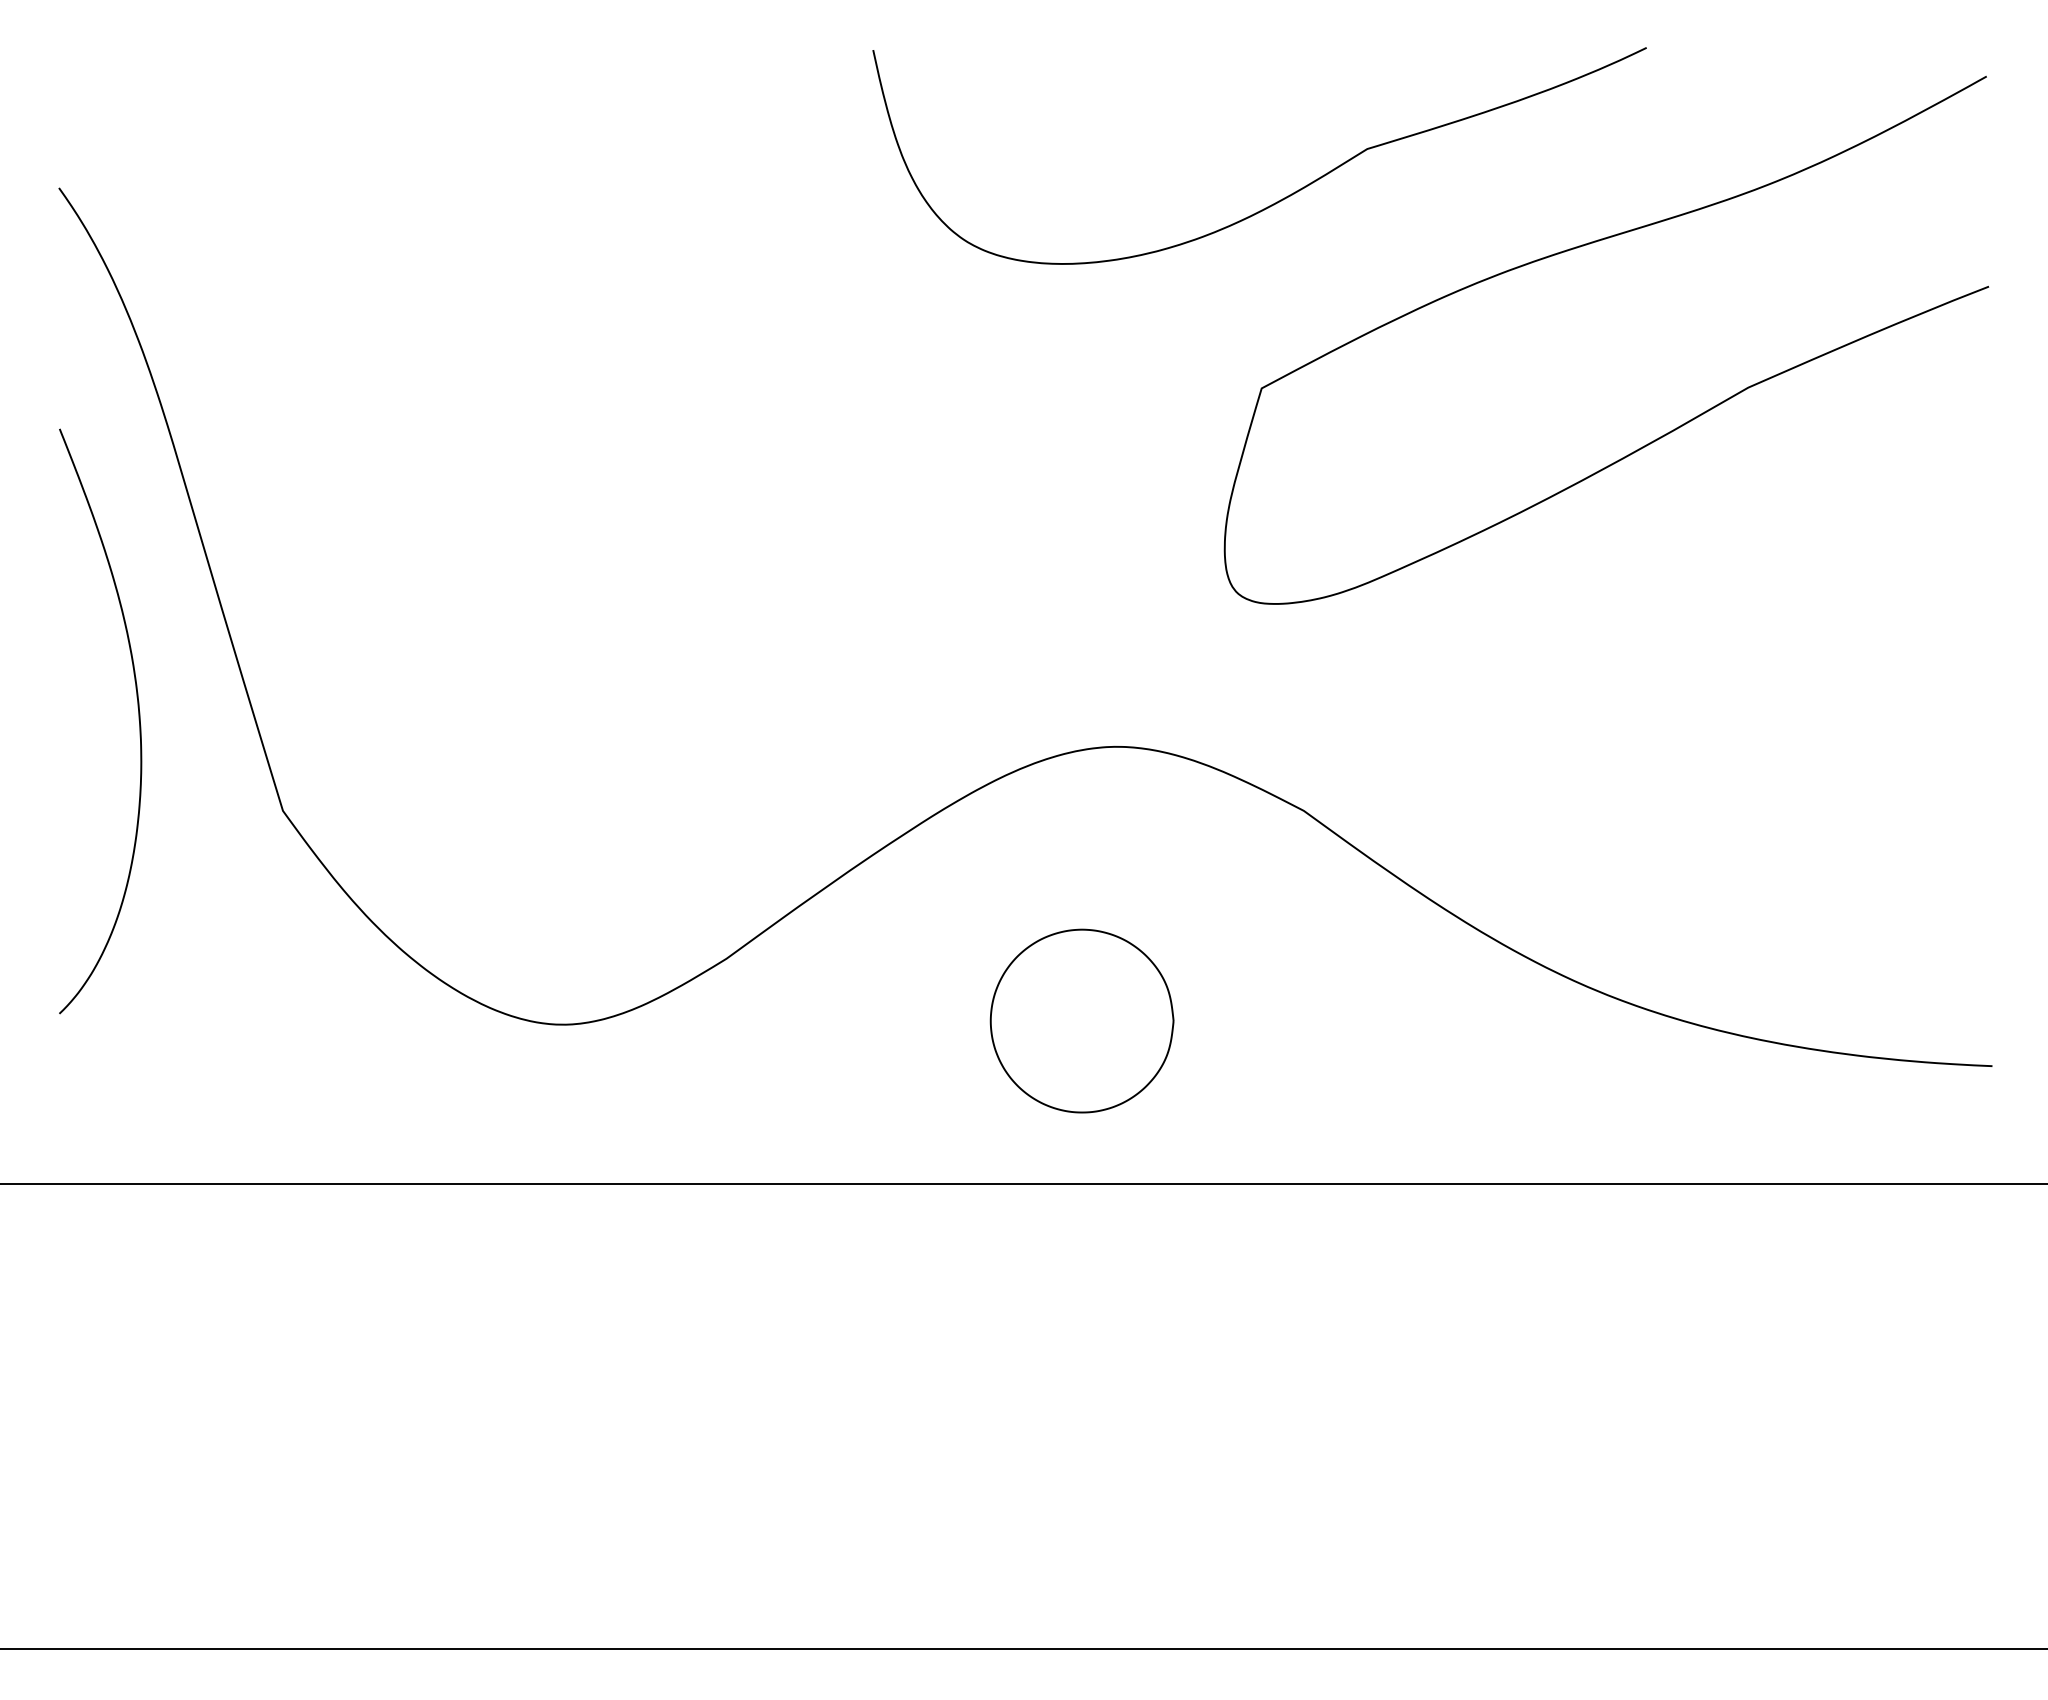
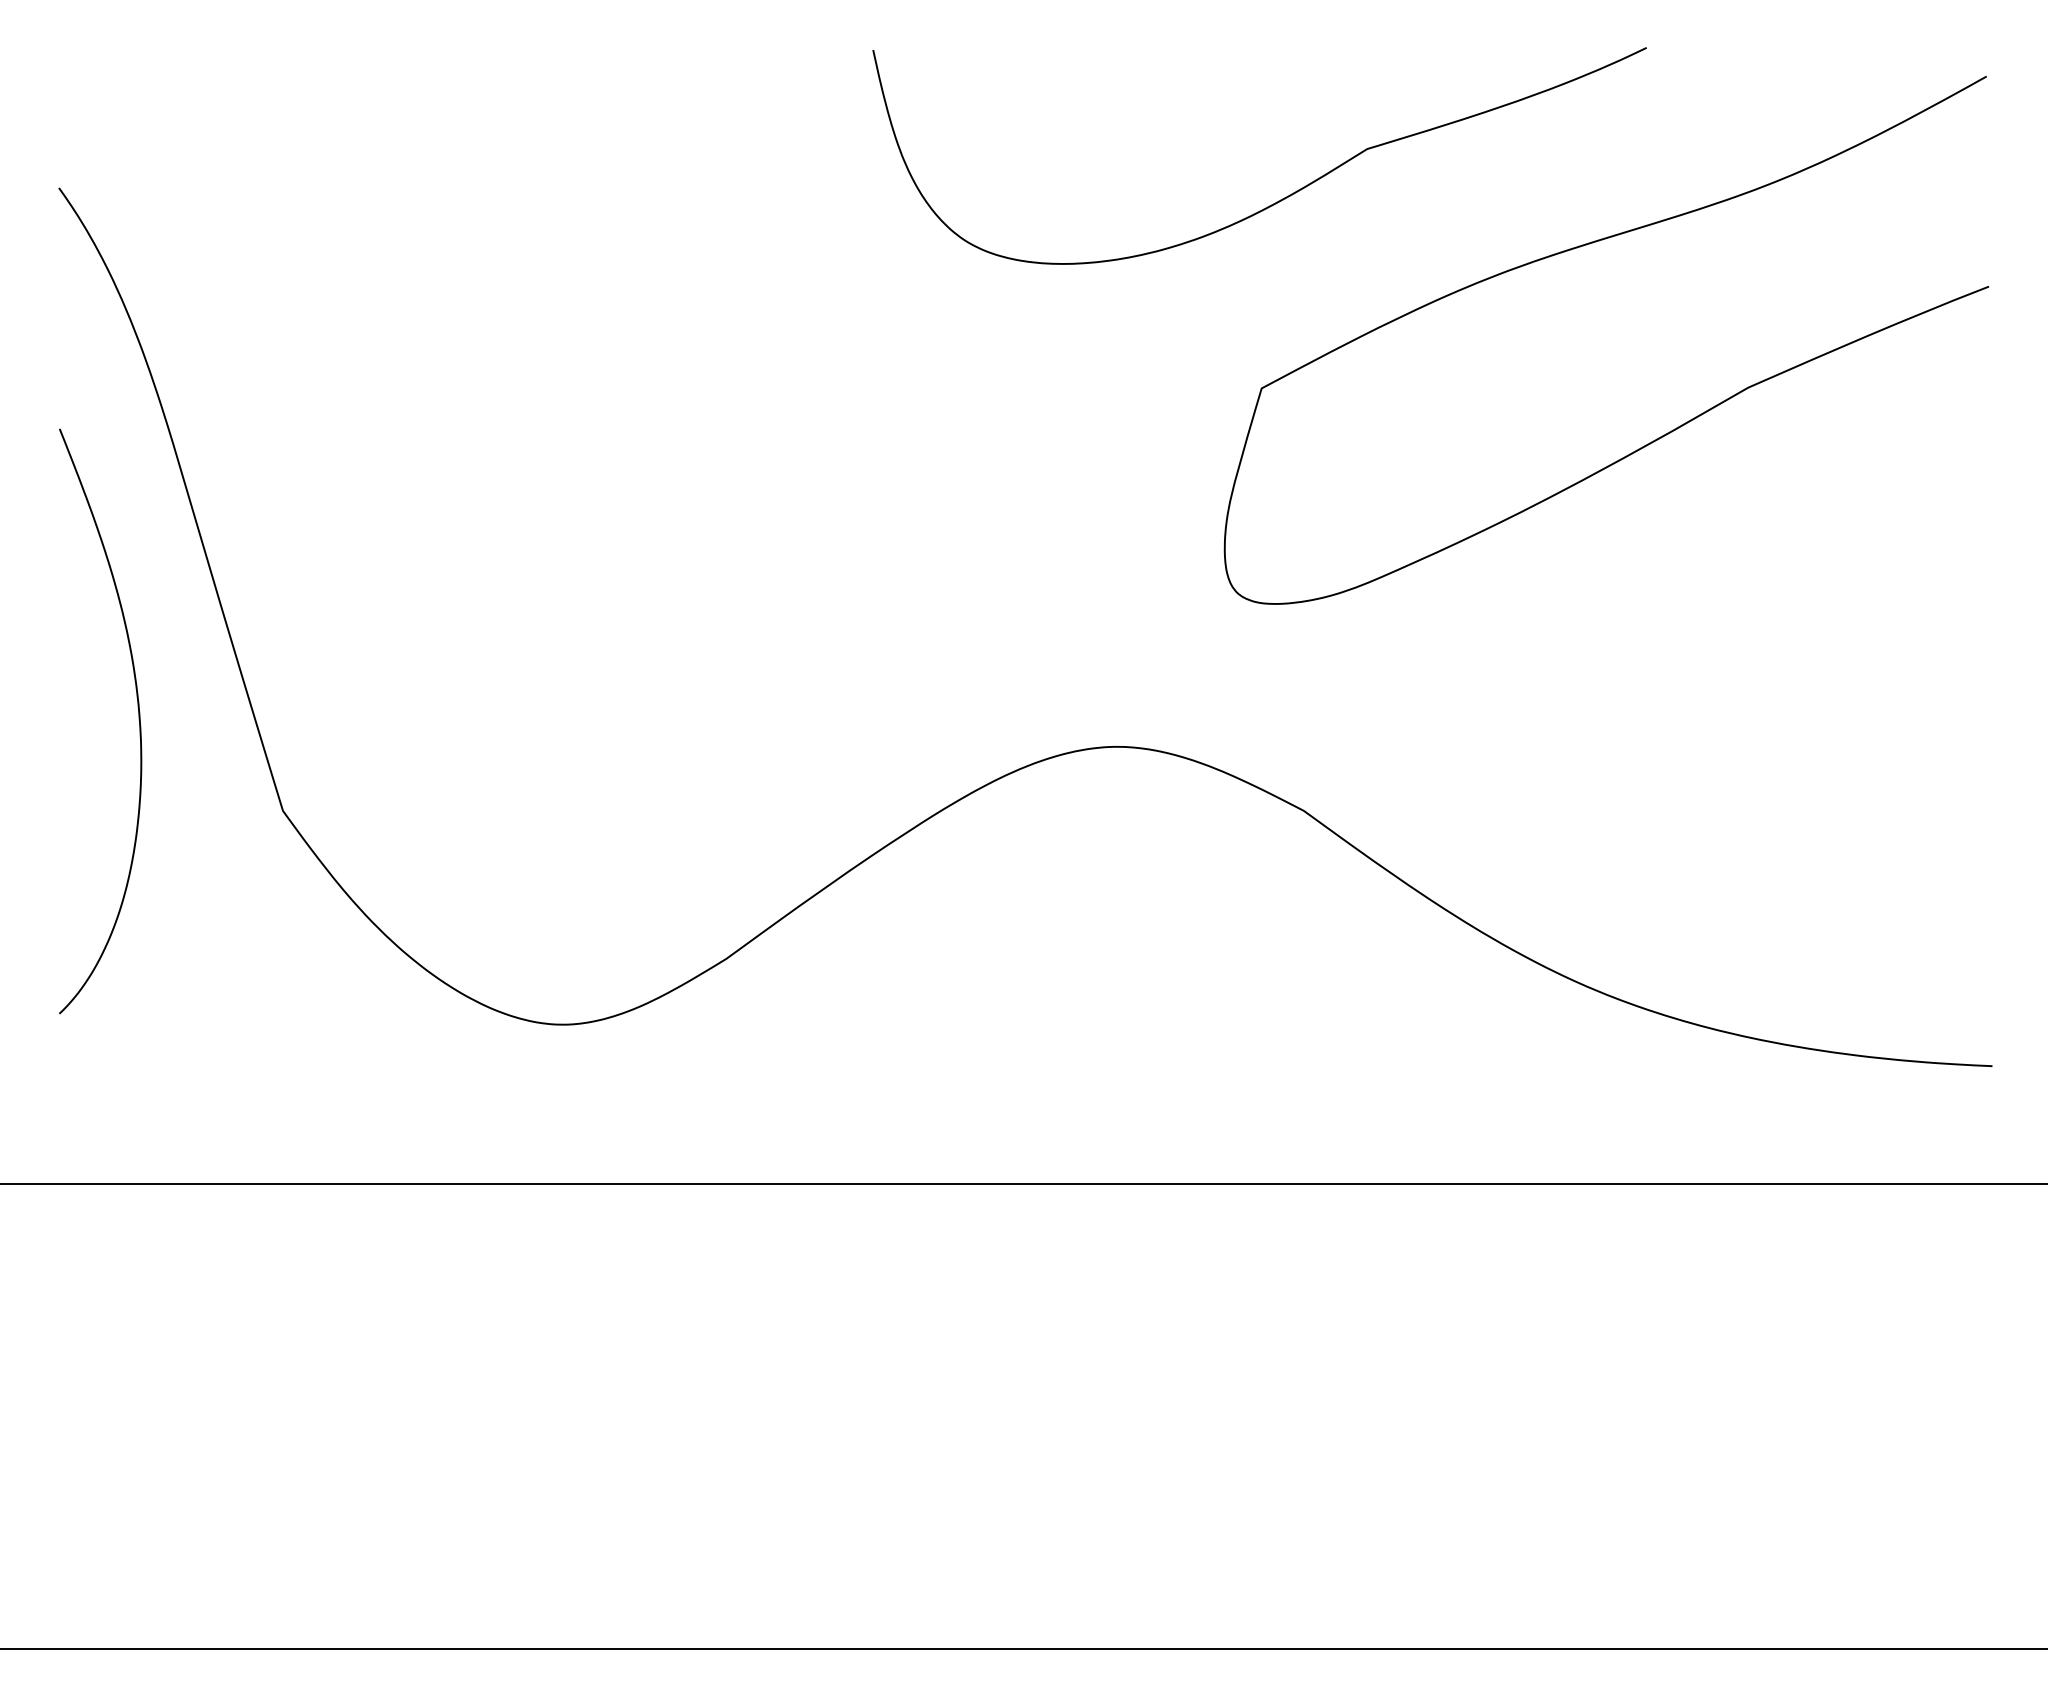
part at (1081, 1020): present -> none
